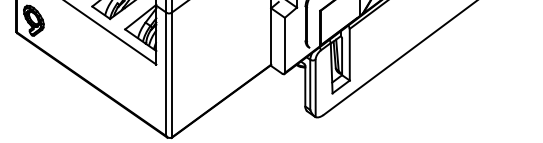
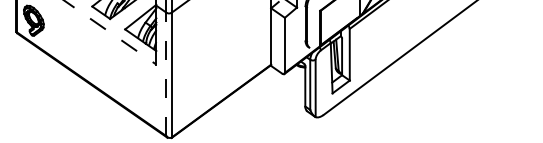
line at (110, 32): solid -> dashed
line at (166, 74): solid -> dashed
